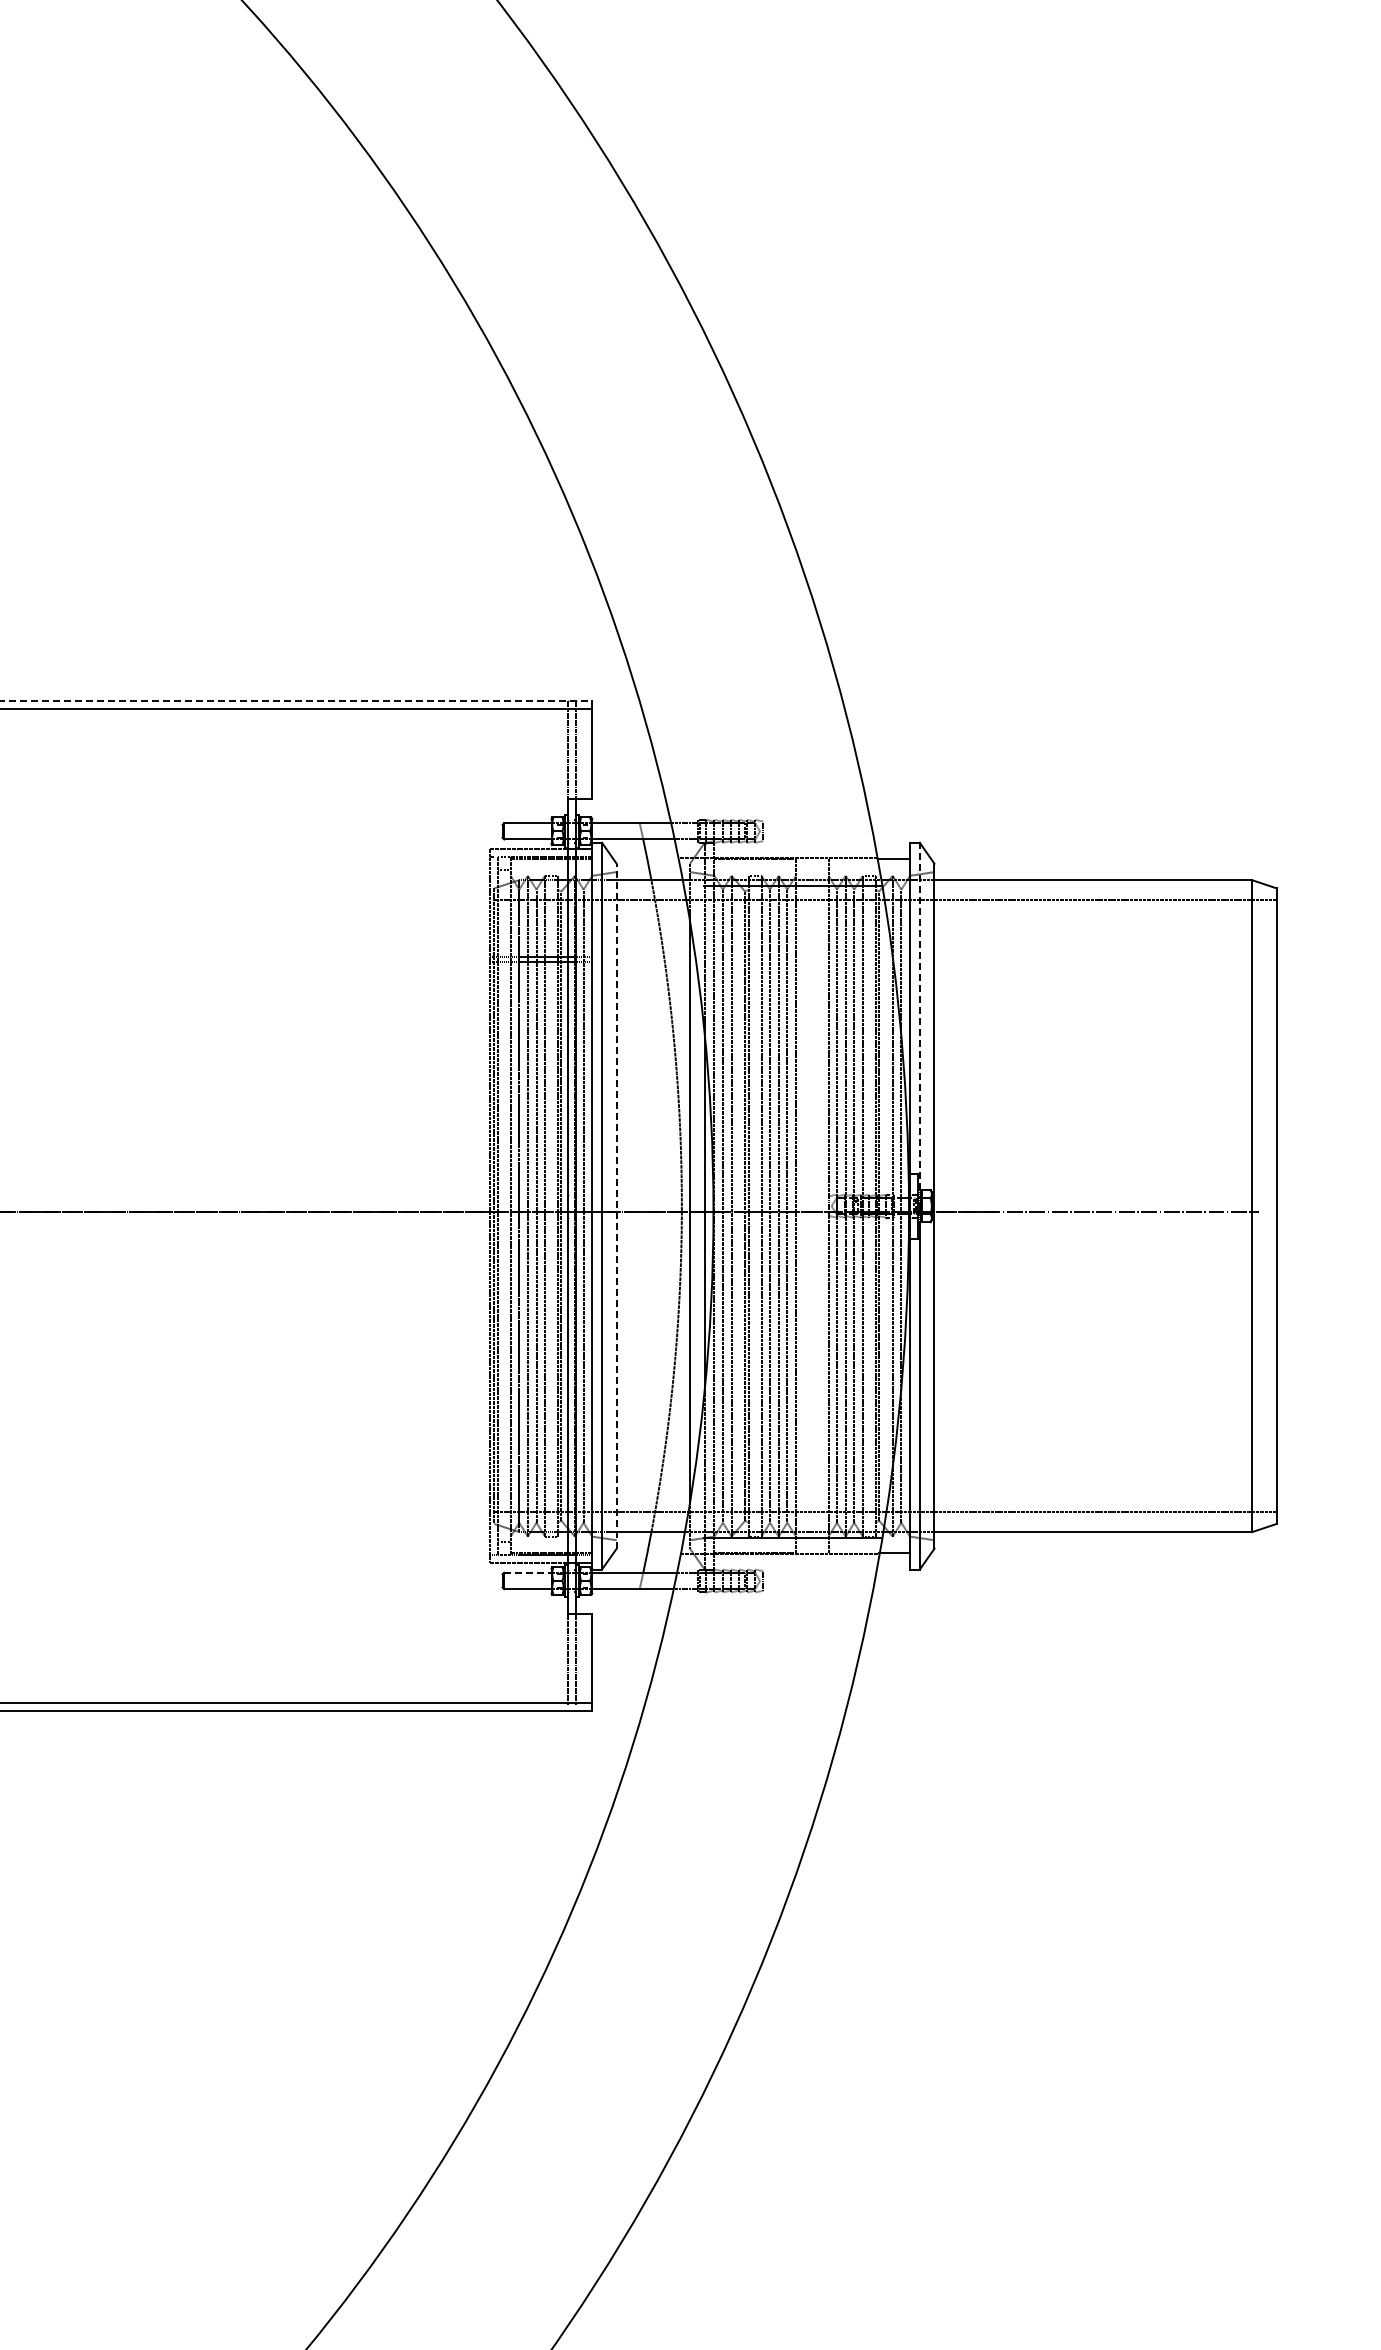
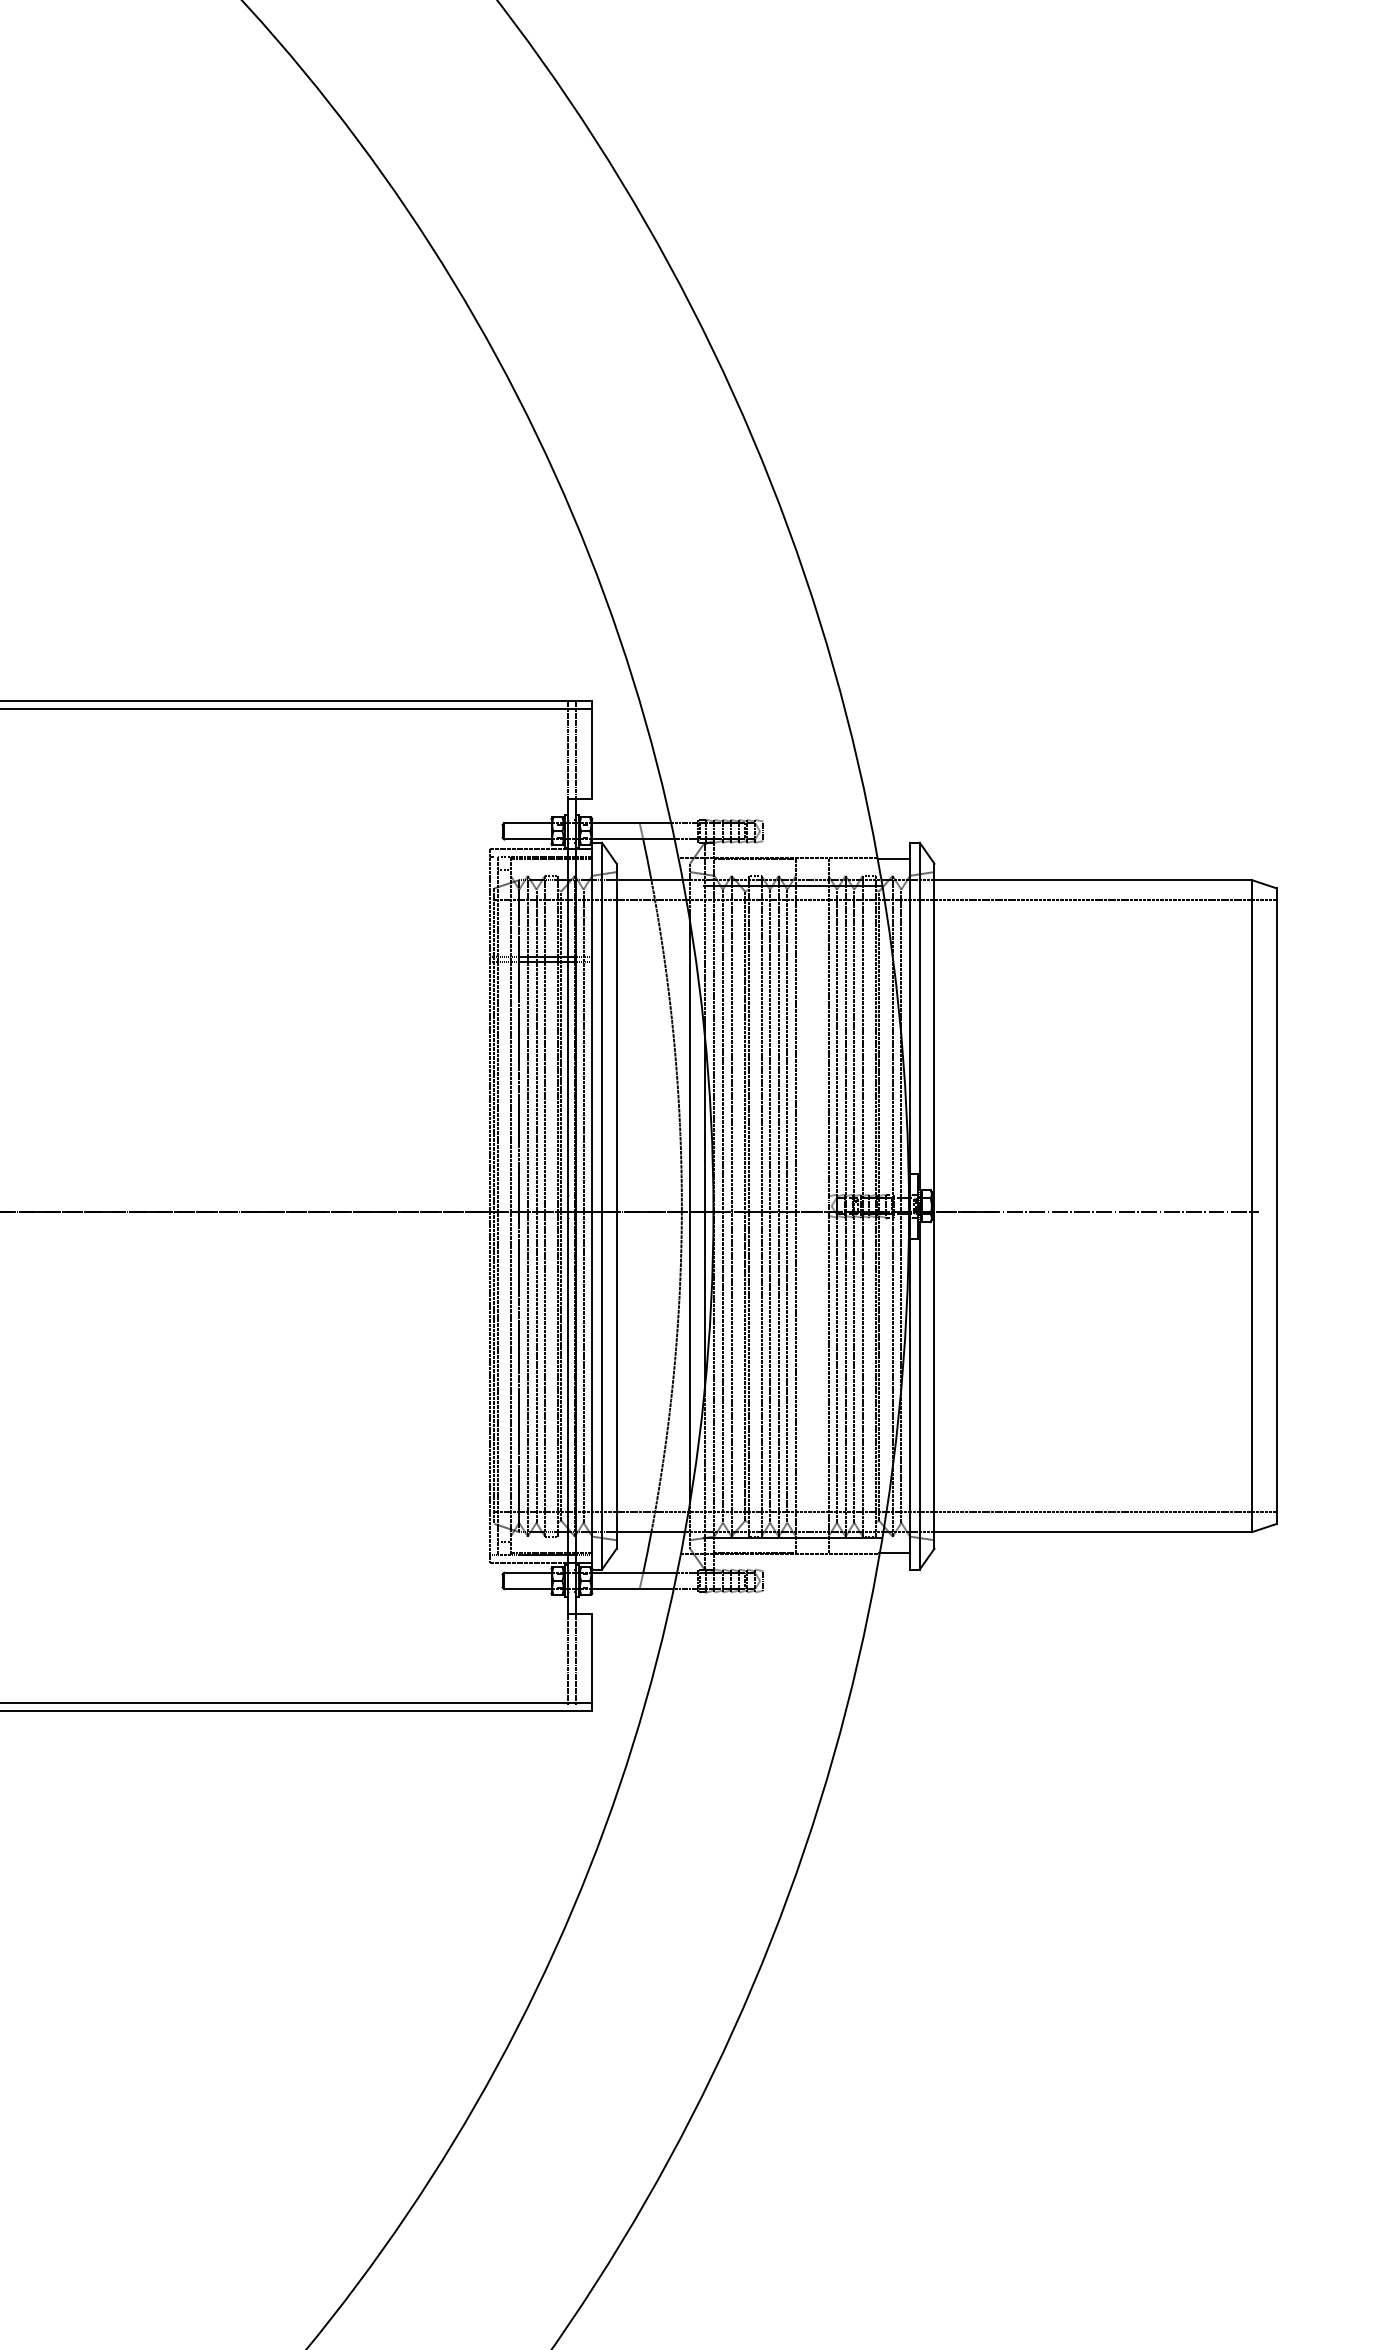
line at (296, 700): dashed -> solid
line at (919, 1016): dashed -> solid
line at (616, 1205): dashed -> solid
line at (527, 1572): dashed -> solid
